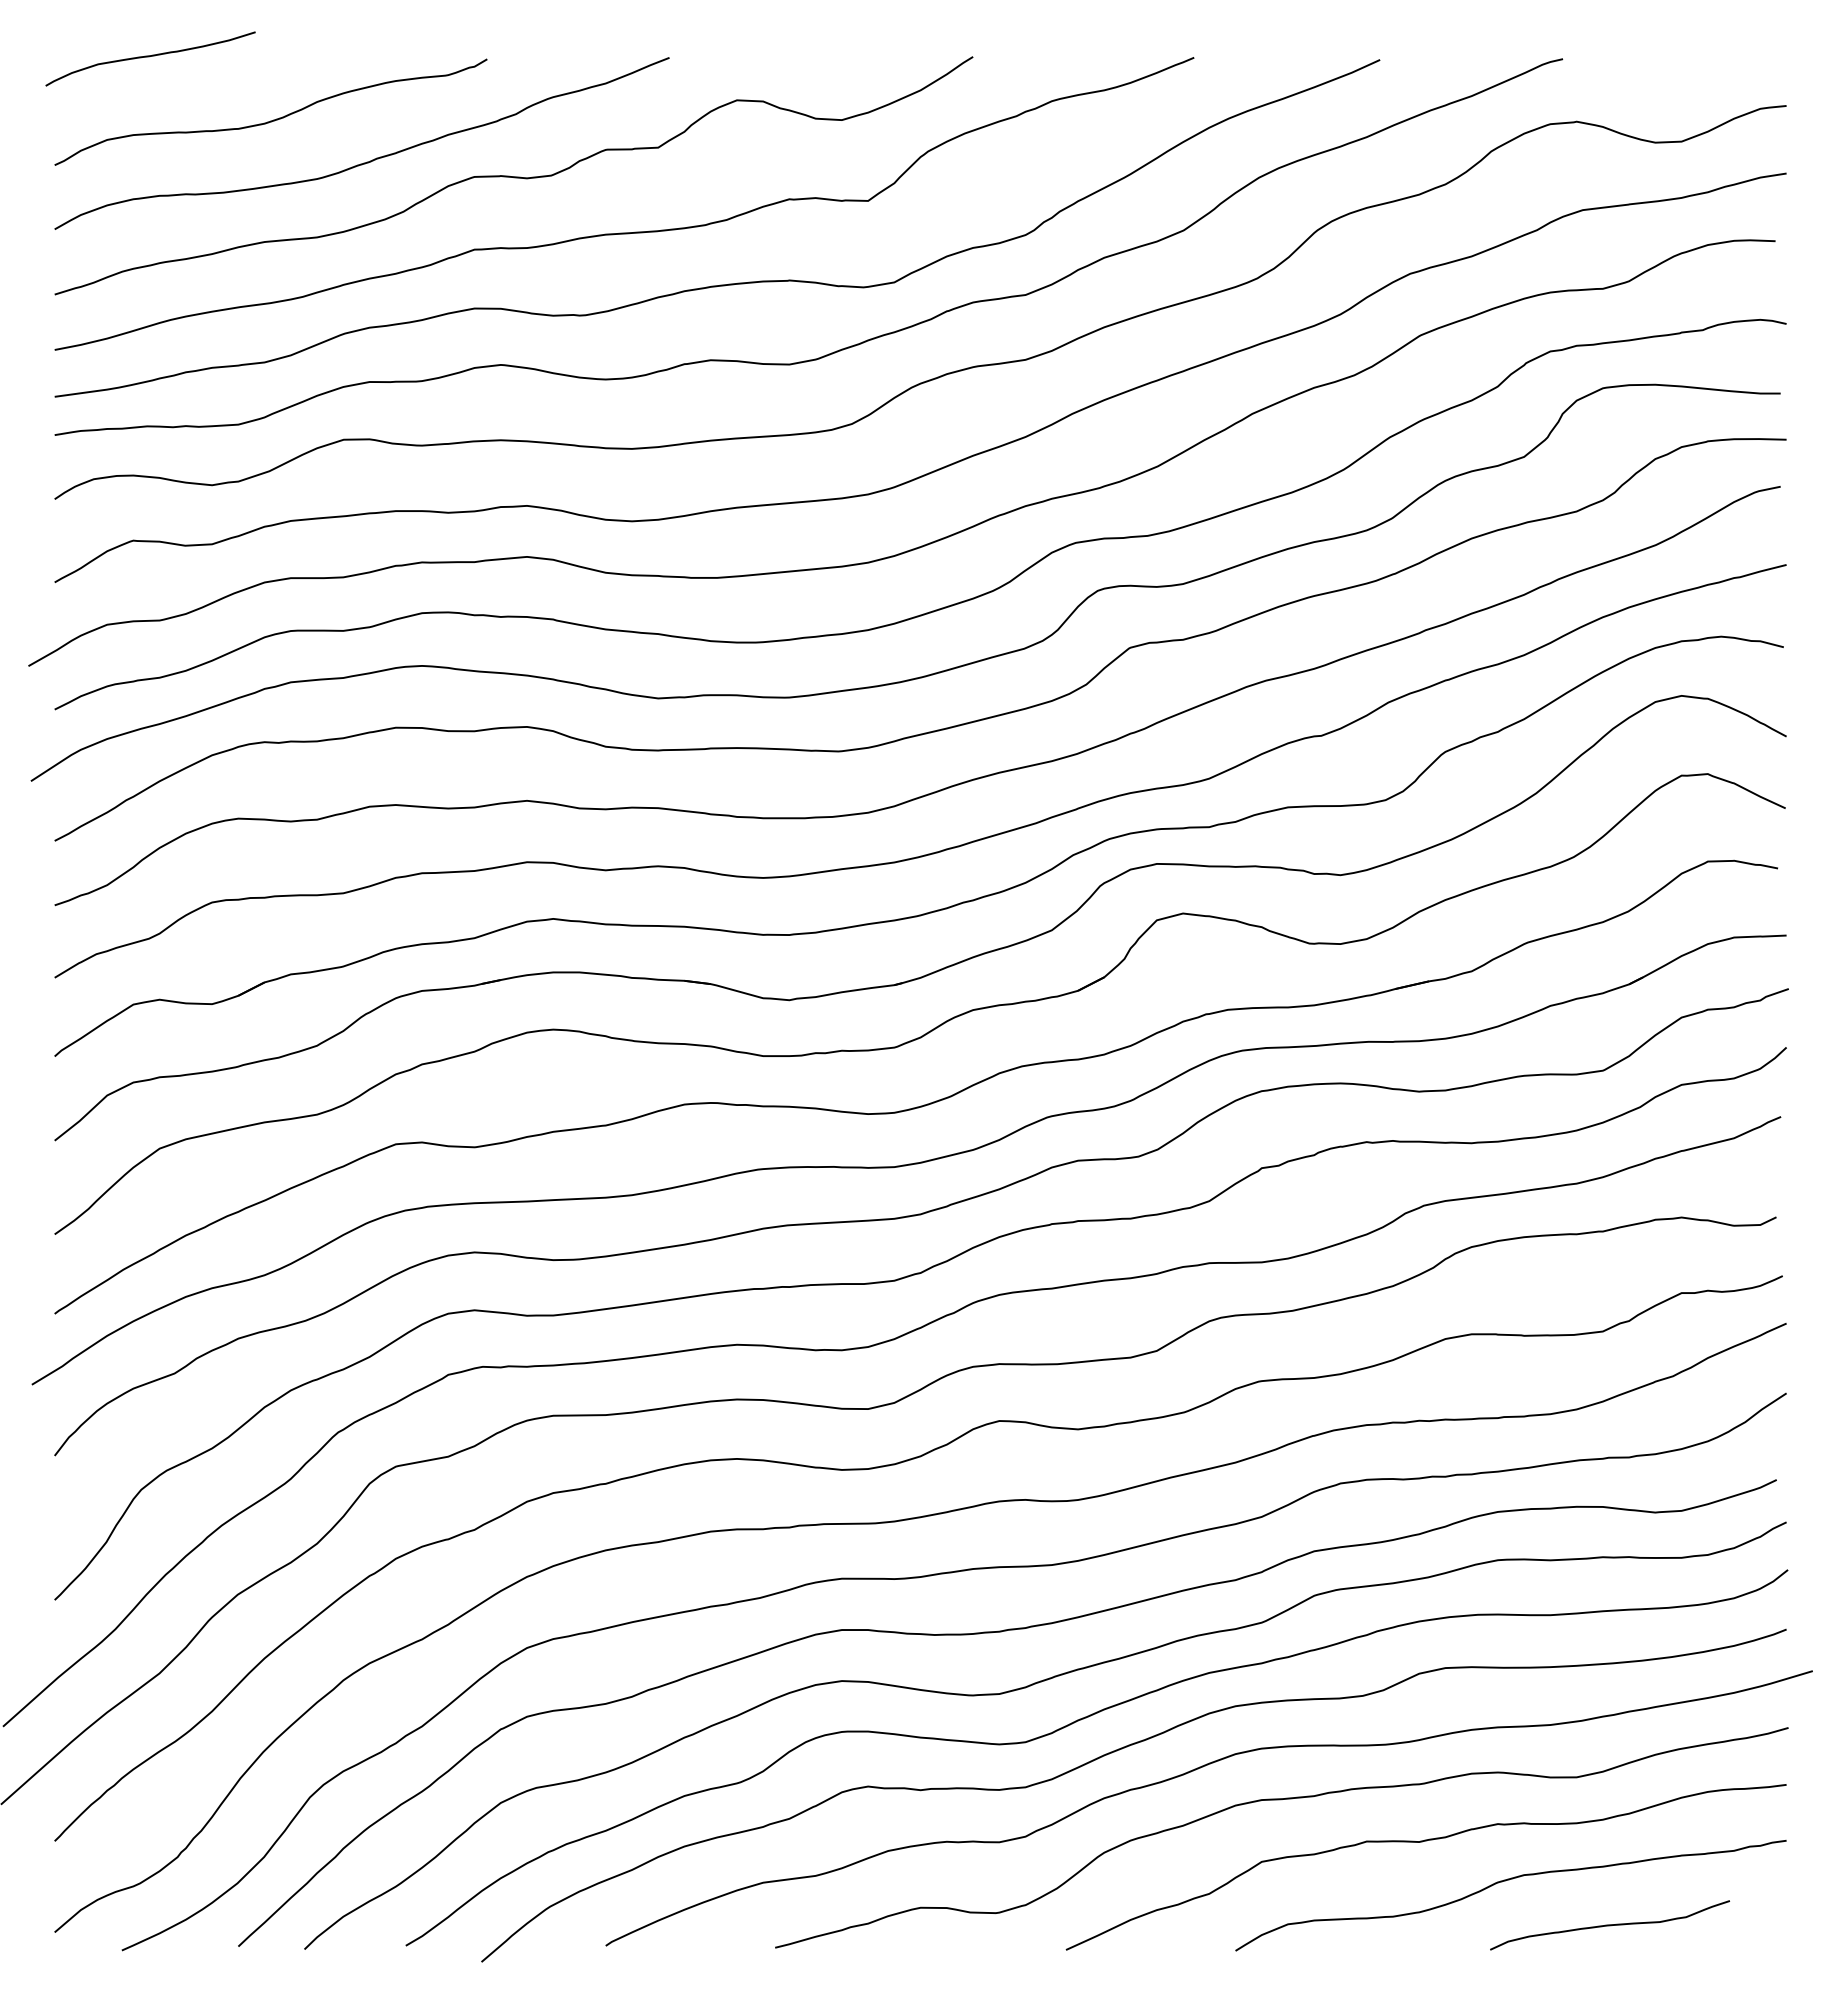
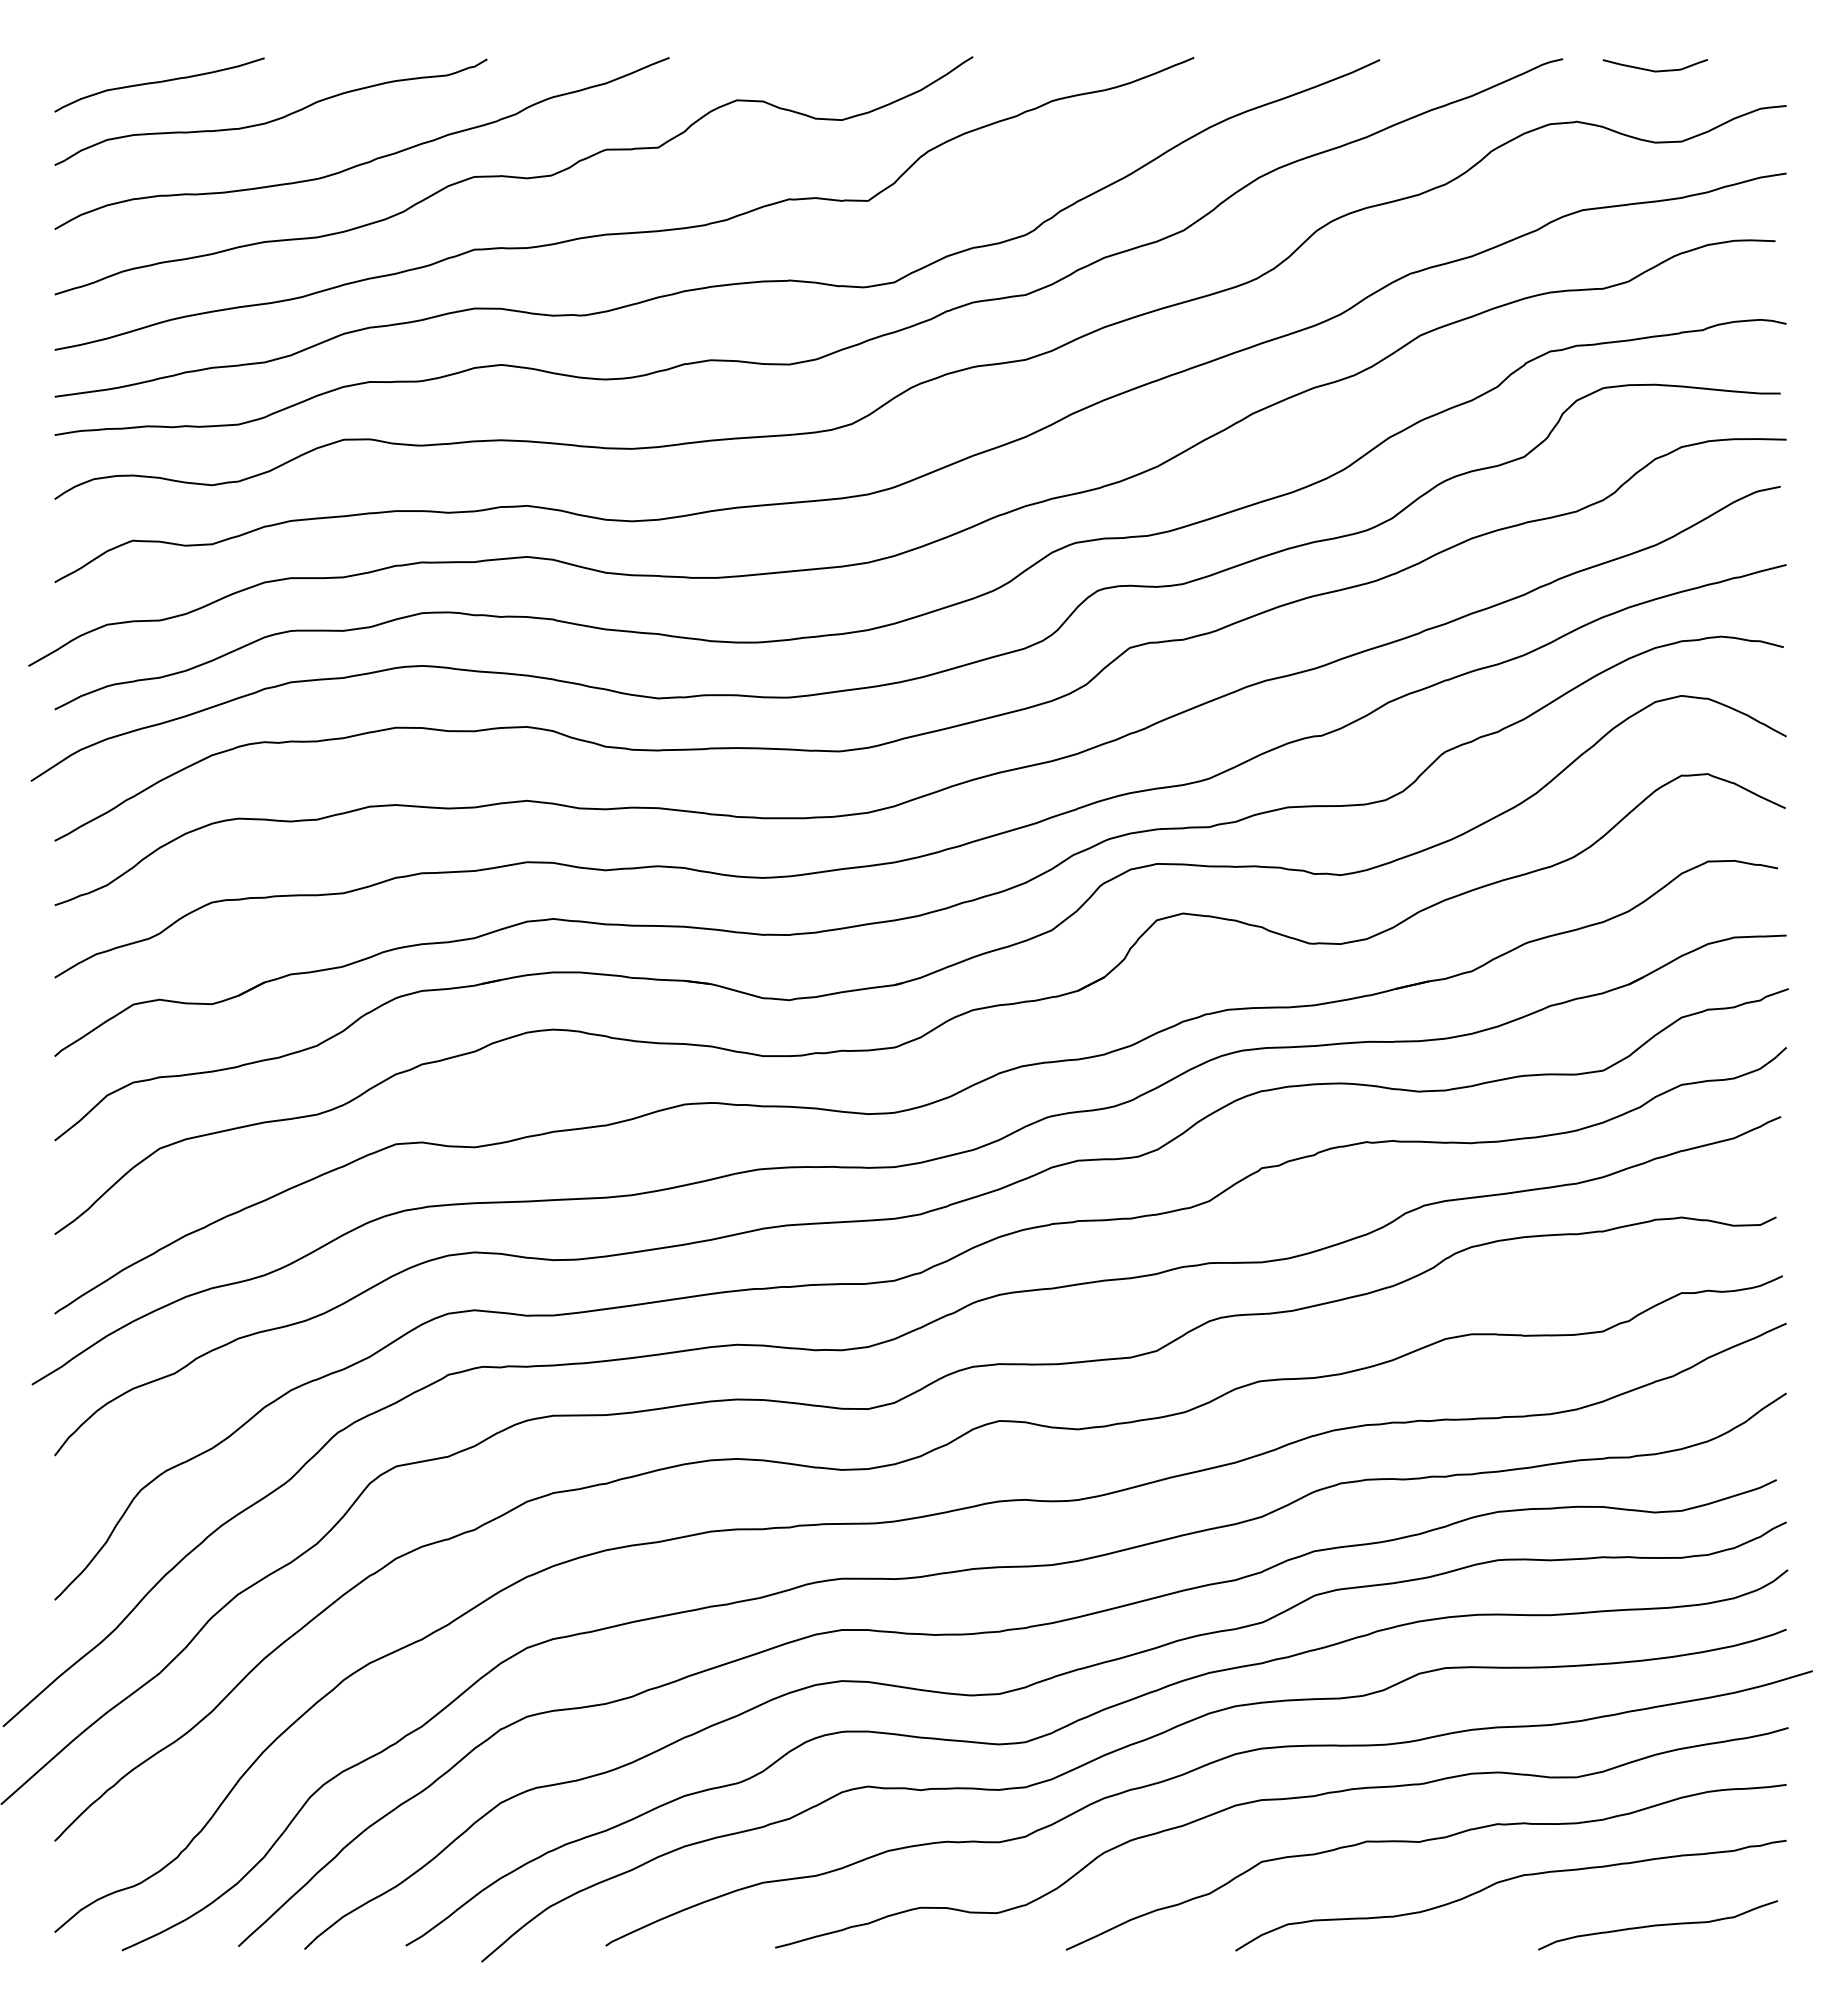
curve at (149, 57) position: (149, 57) -> (158, 83)
curve at (1651, 69): none -> present
curve at (1609, 1925) position: (1609, 1925) -> (1657, 1925)
